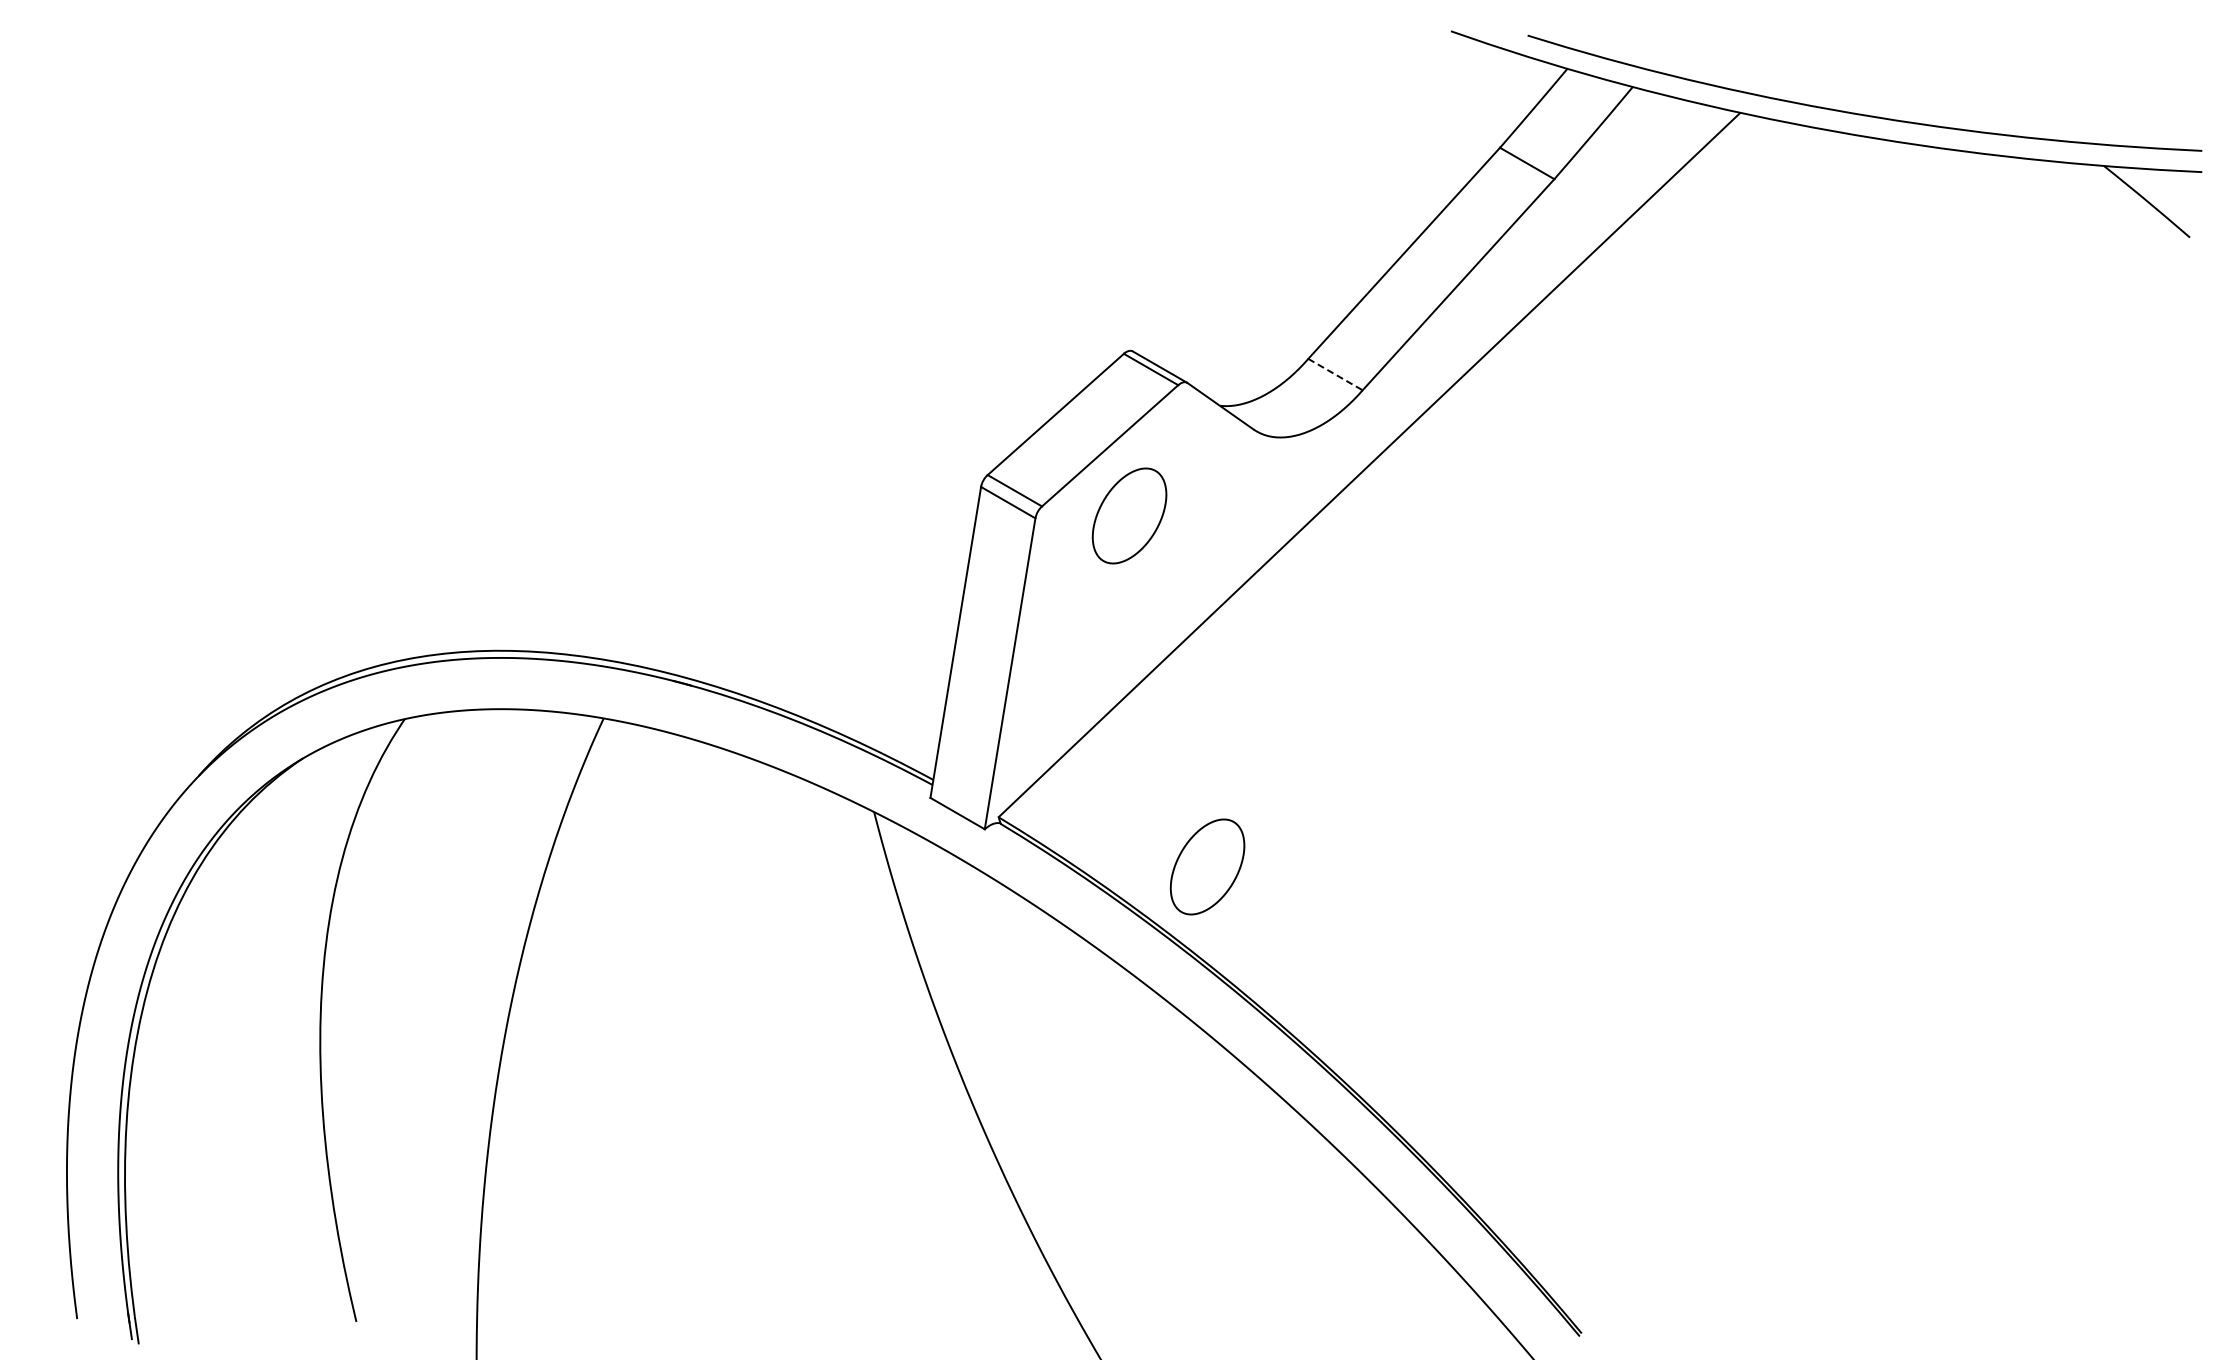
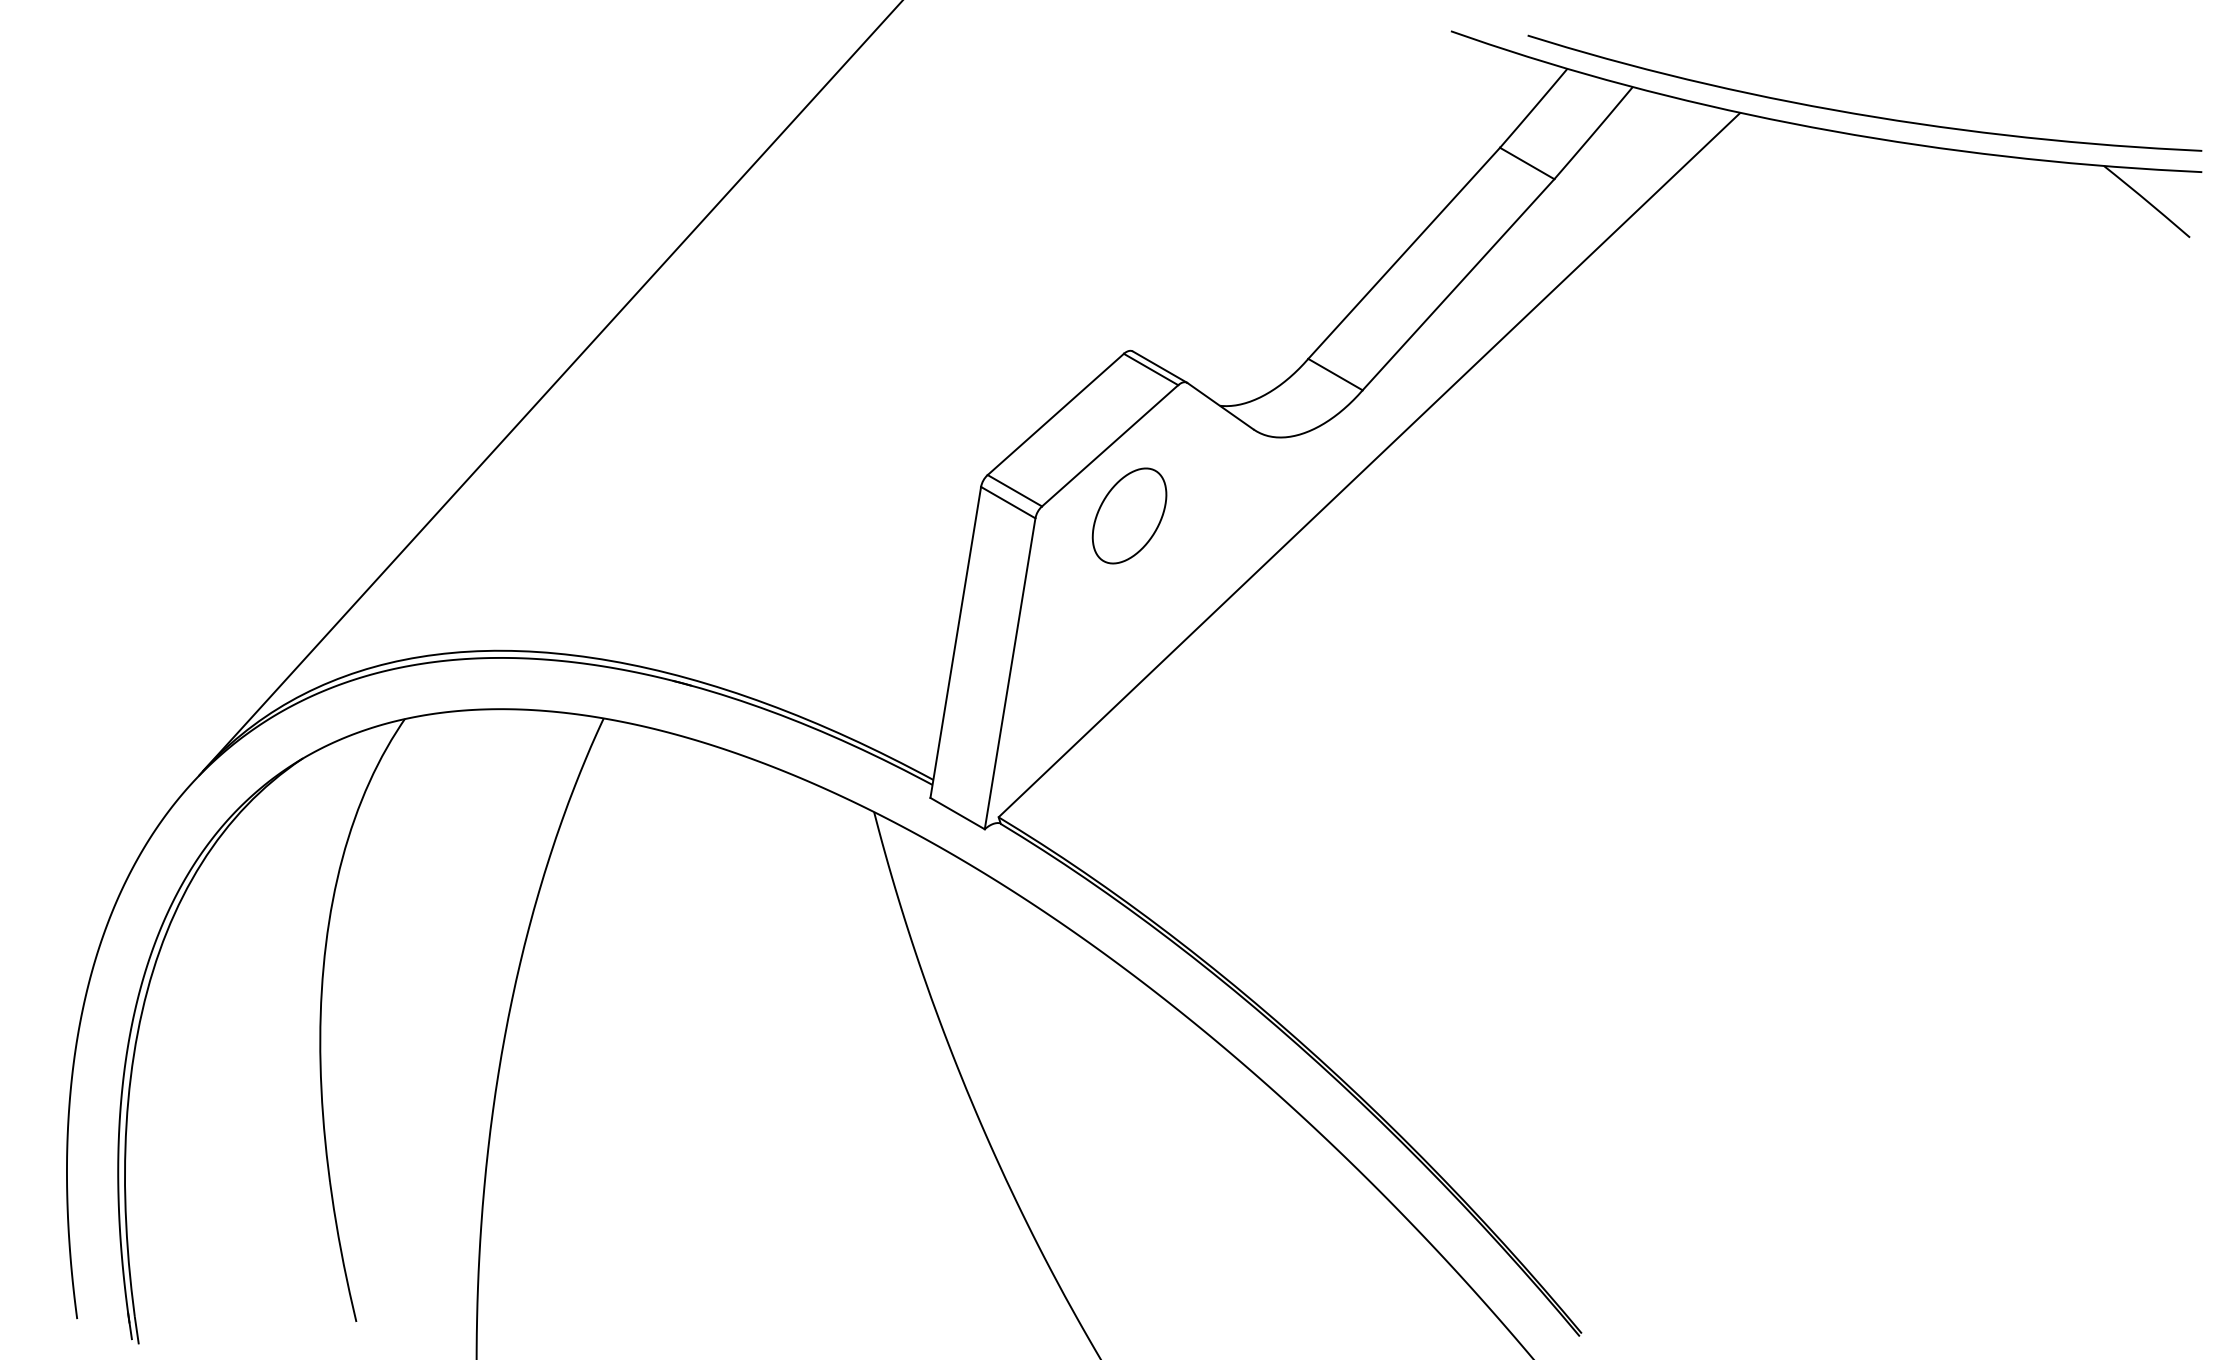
line at (1335, 374): dashed -> solid
line at (552, 386): none -> present
part at (1207, 866): present -> none
